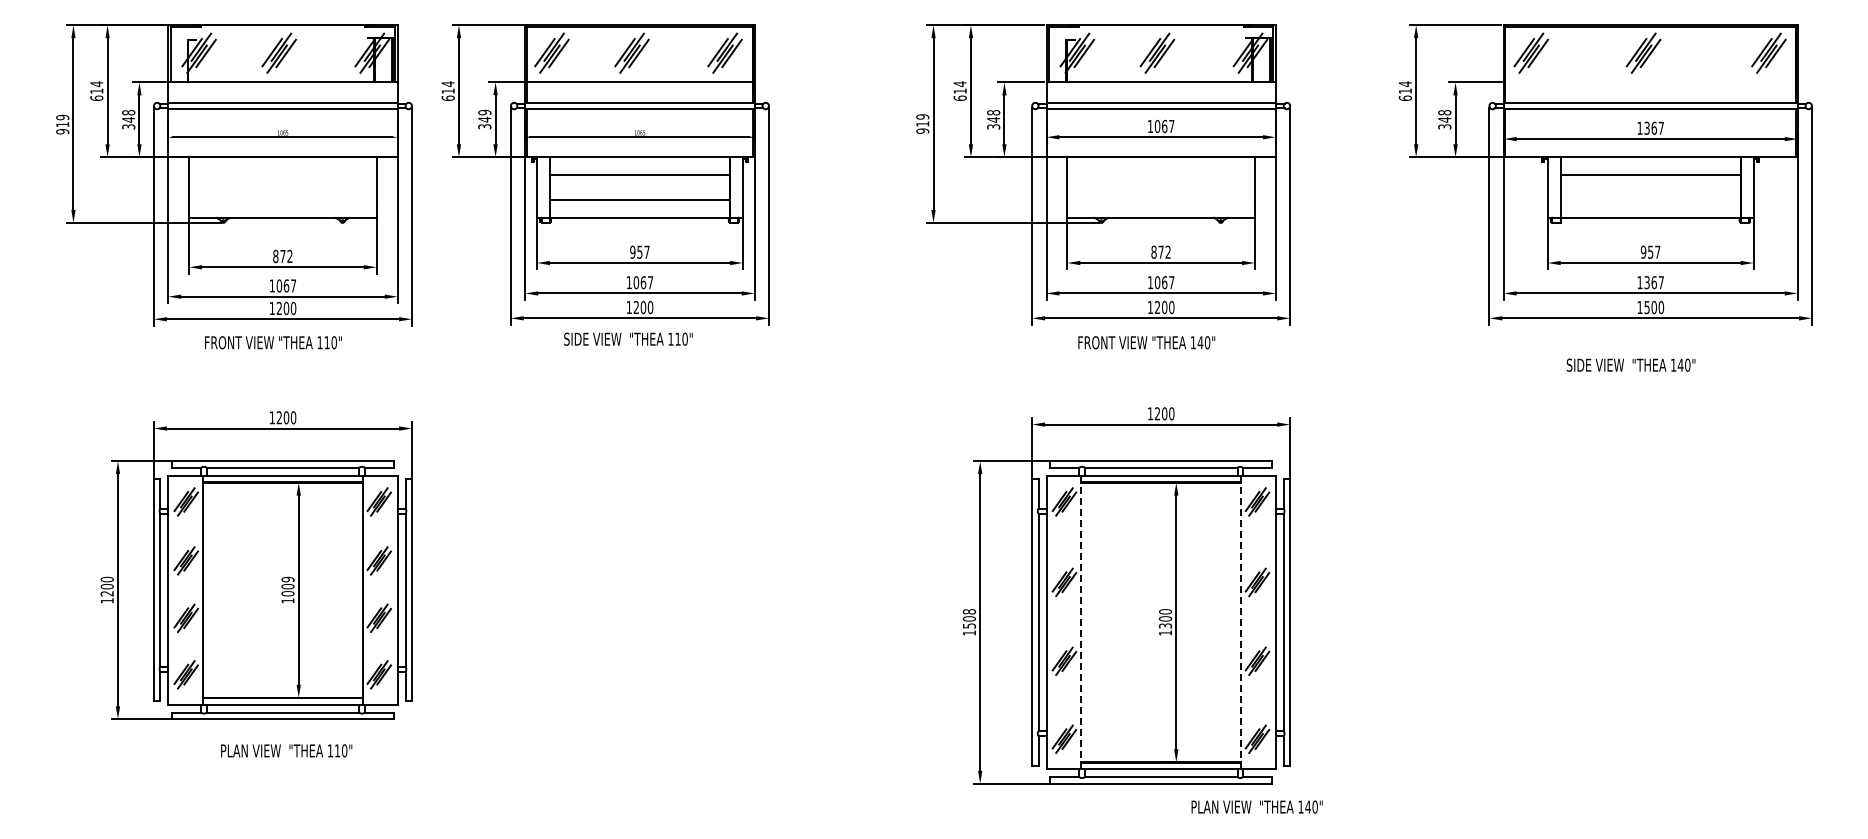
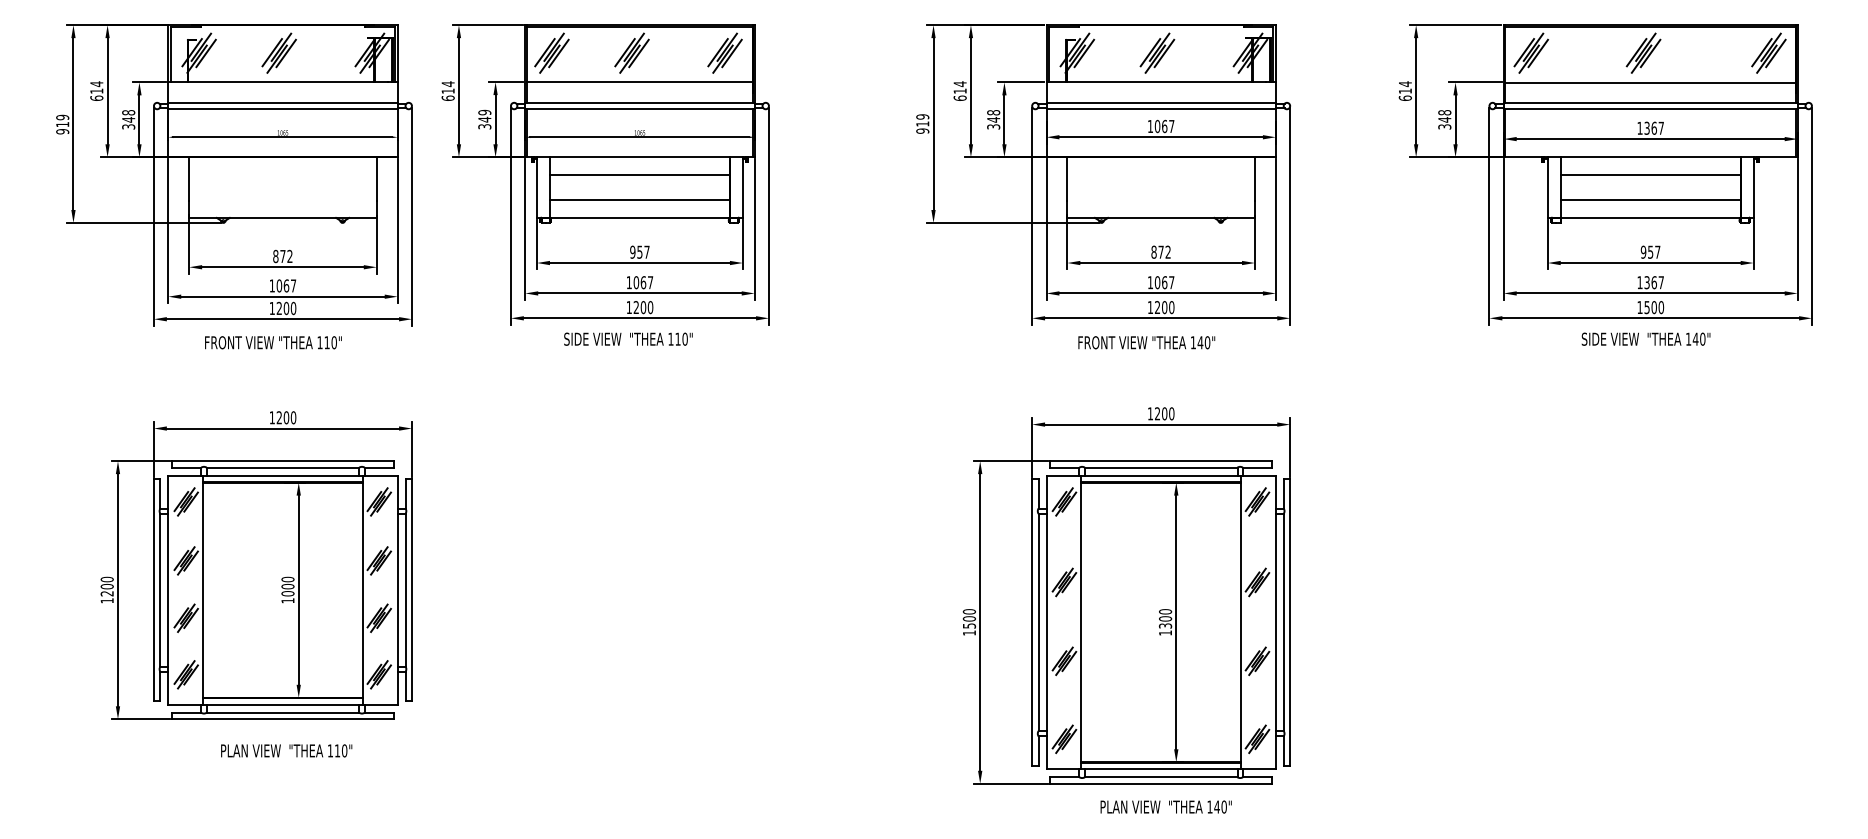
line at (1650, 83): none -> present
line at (1650, 200): none -> present
text at (1630, 364) position: (1630, 364) -> (1645, 338)
text at (287, 579): 1009 -> 1000
text at (969, 611): 1508 -> 1500
line at (1081, 622): dashed -> solid
line at (1241, 622): dashed -> solid
text at (1256, 806) position: (1256, 806) -> (1165, 806)
